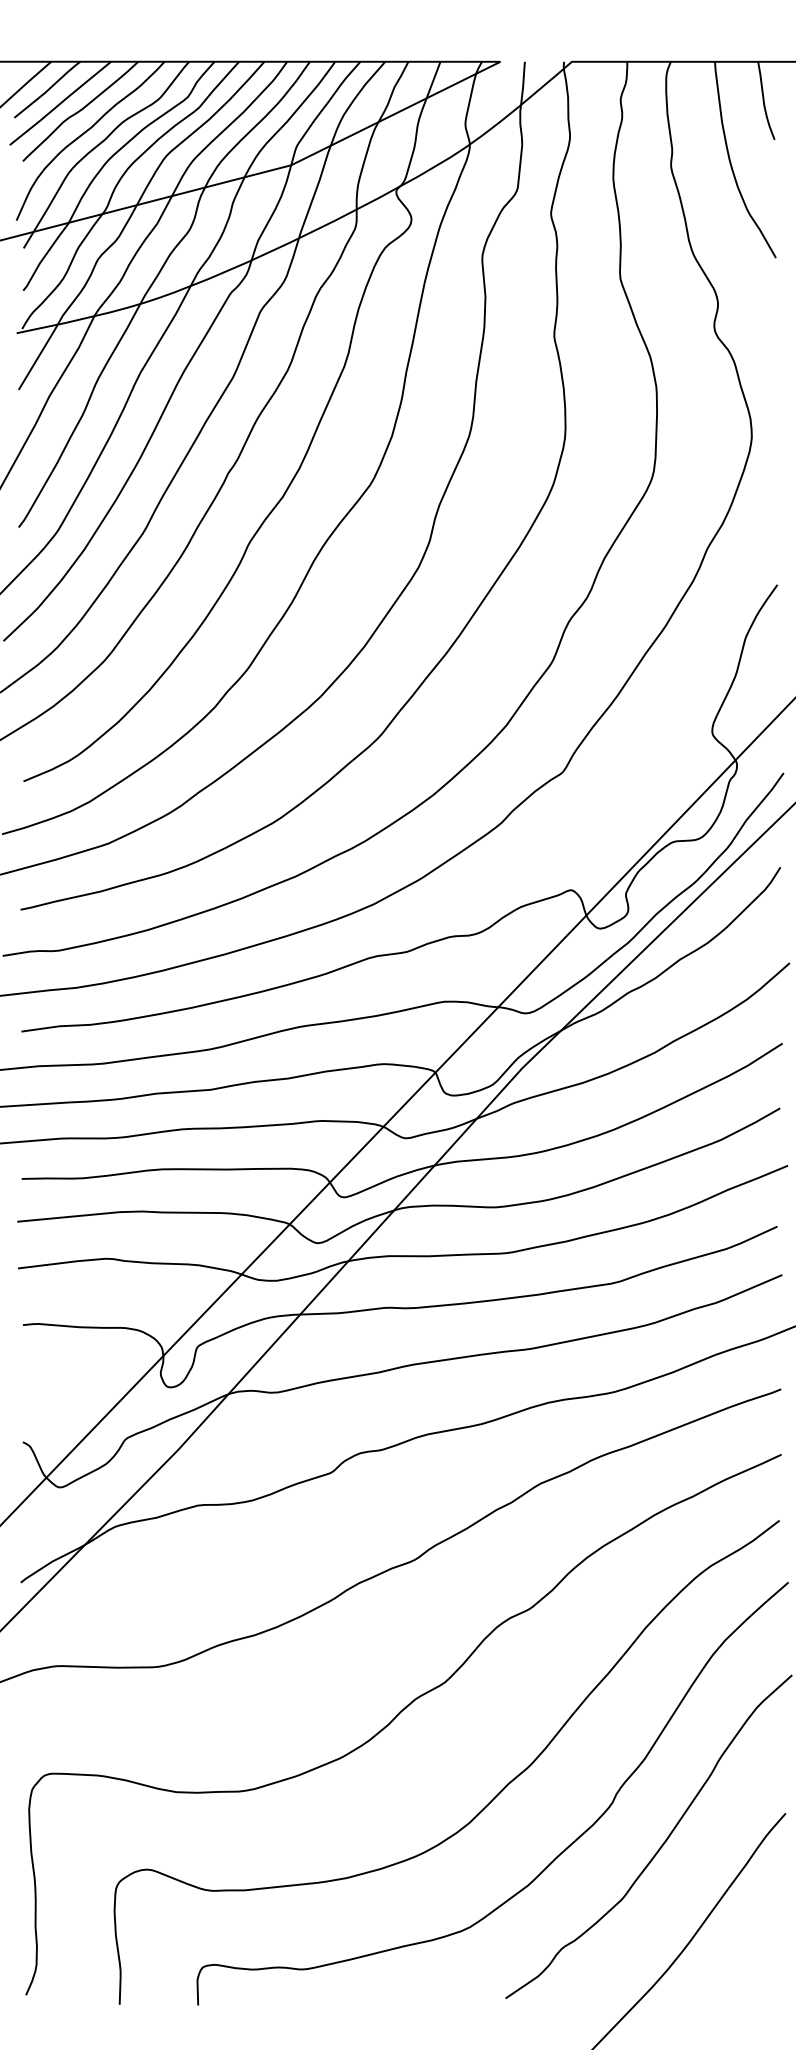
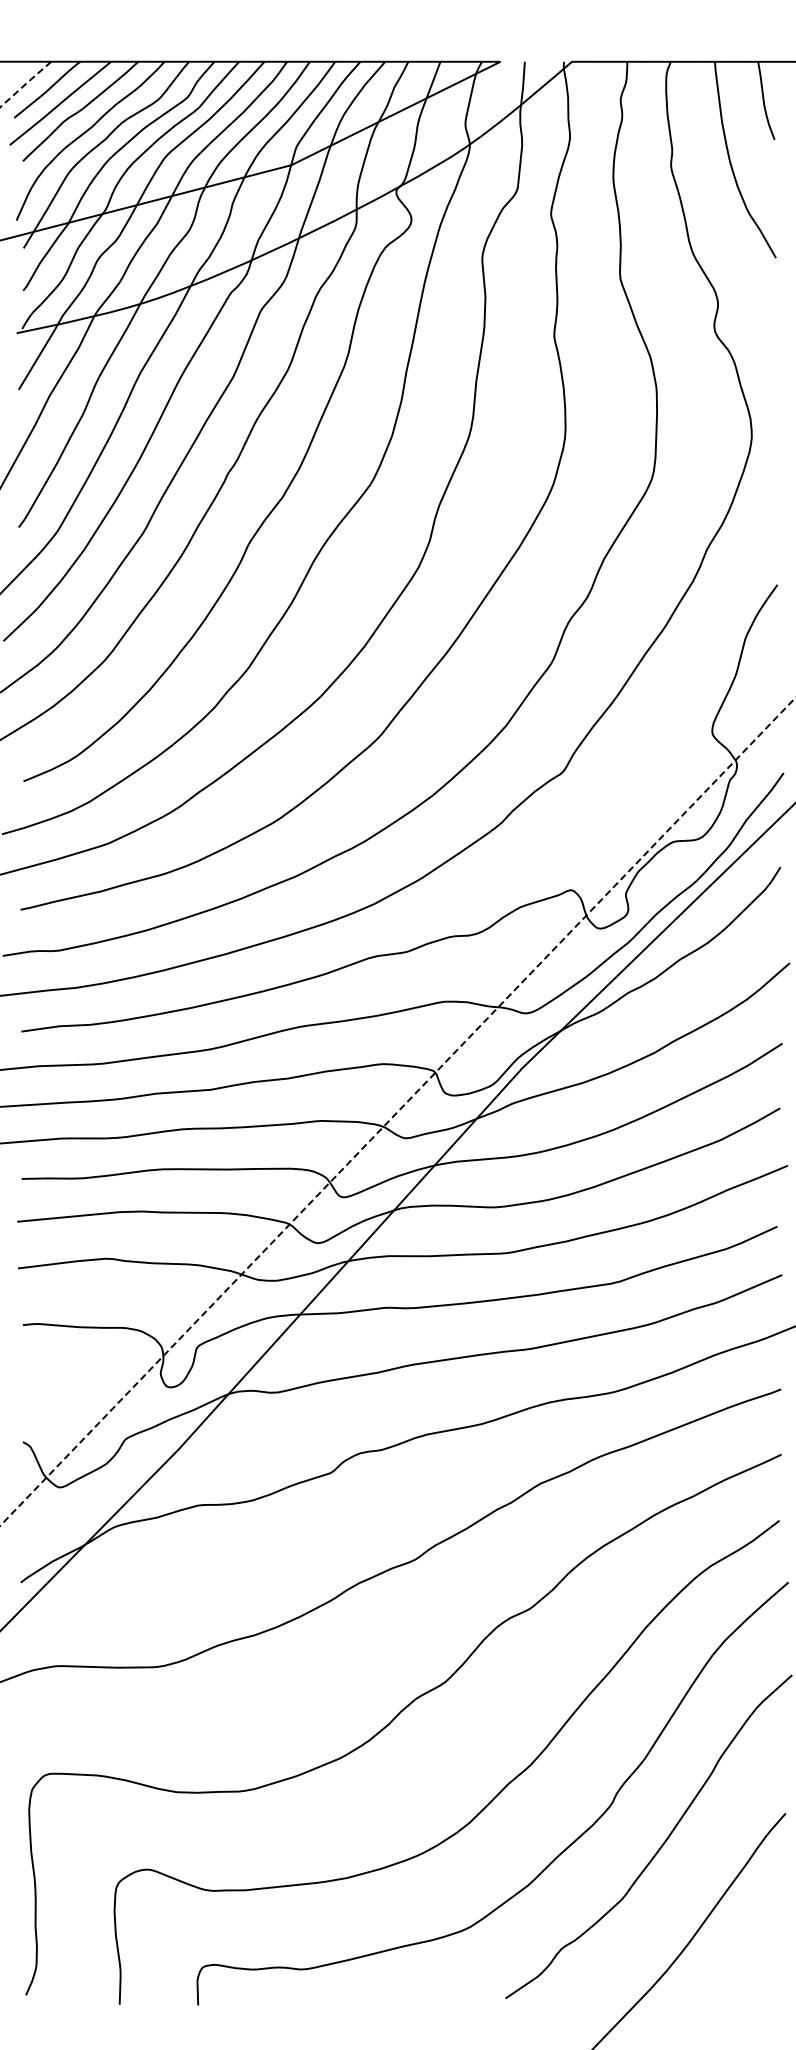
line at (25, 84): solid -> dashed
line at (397, 1111): solid -> dashed
